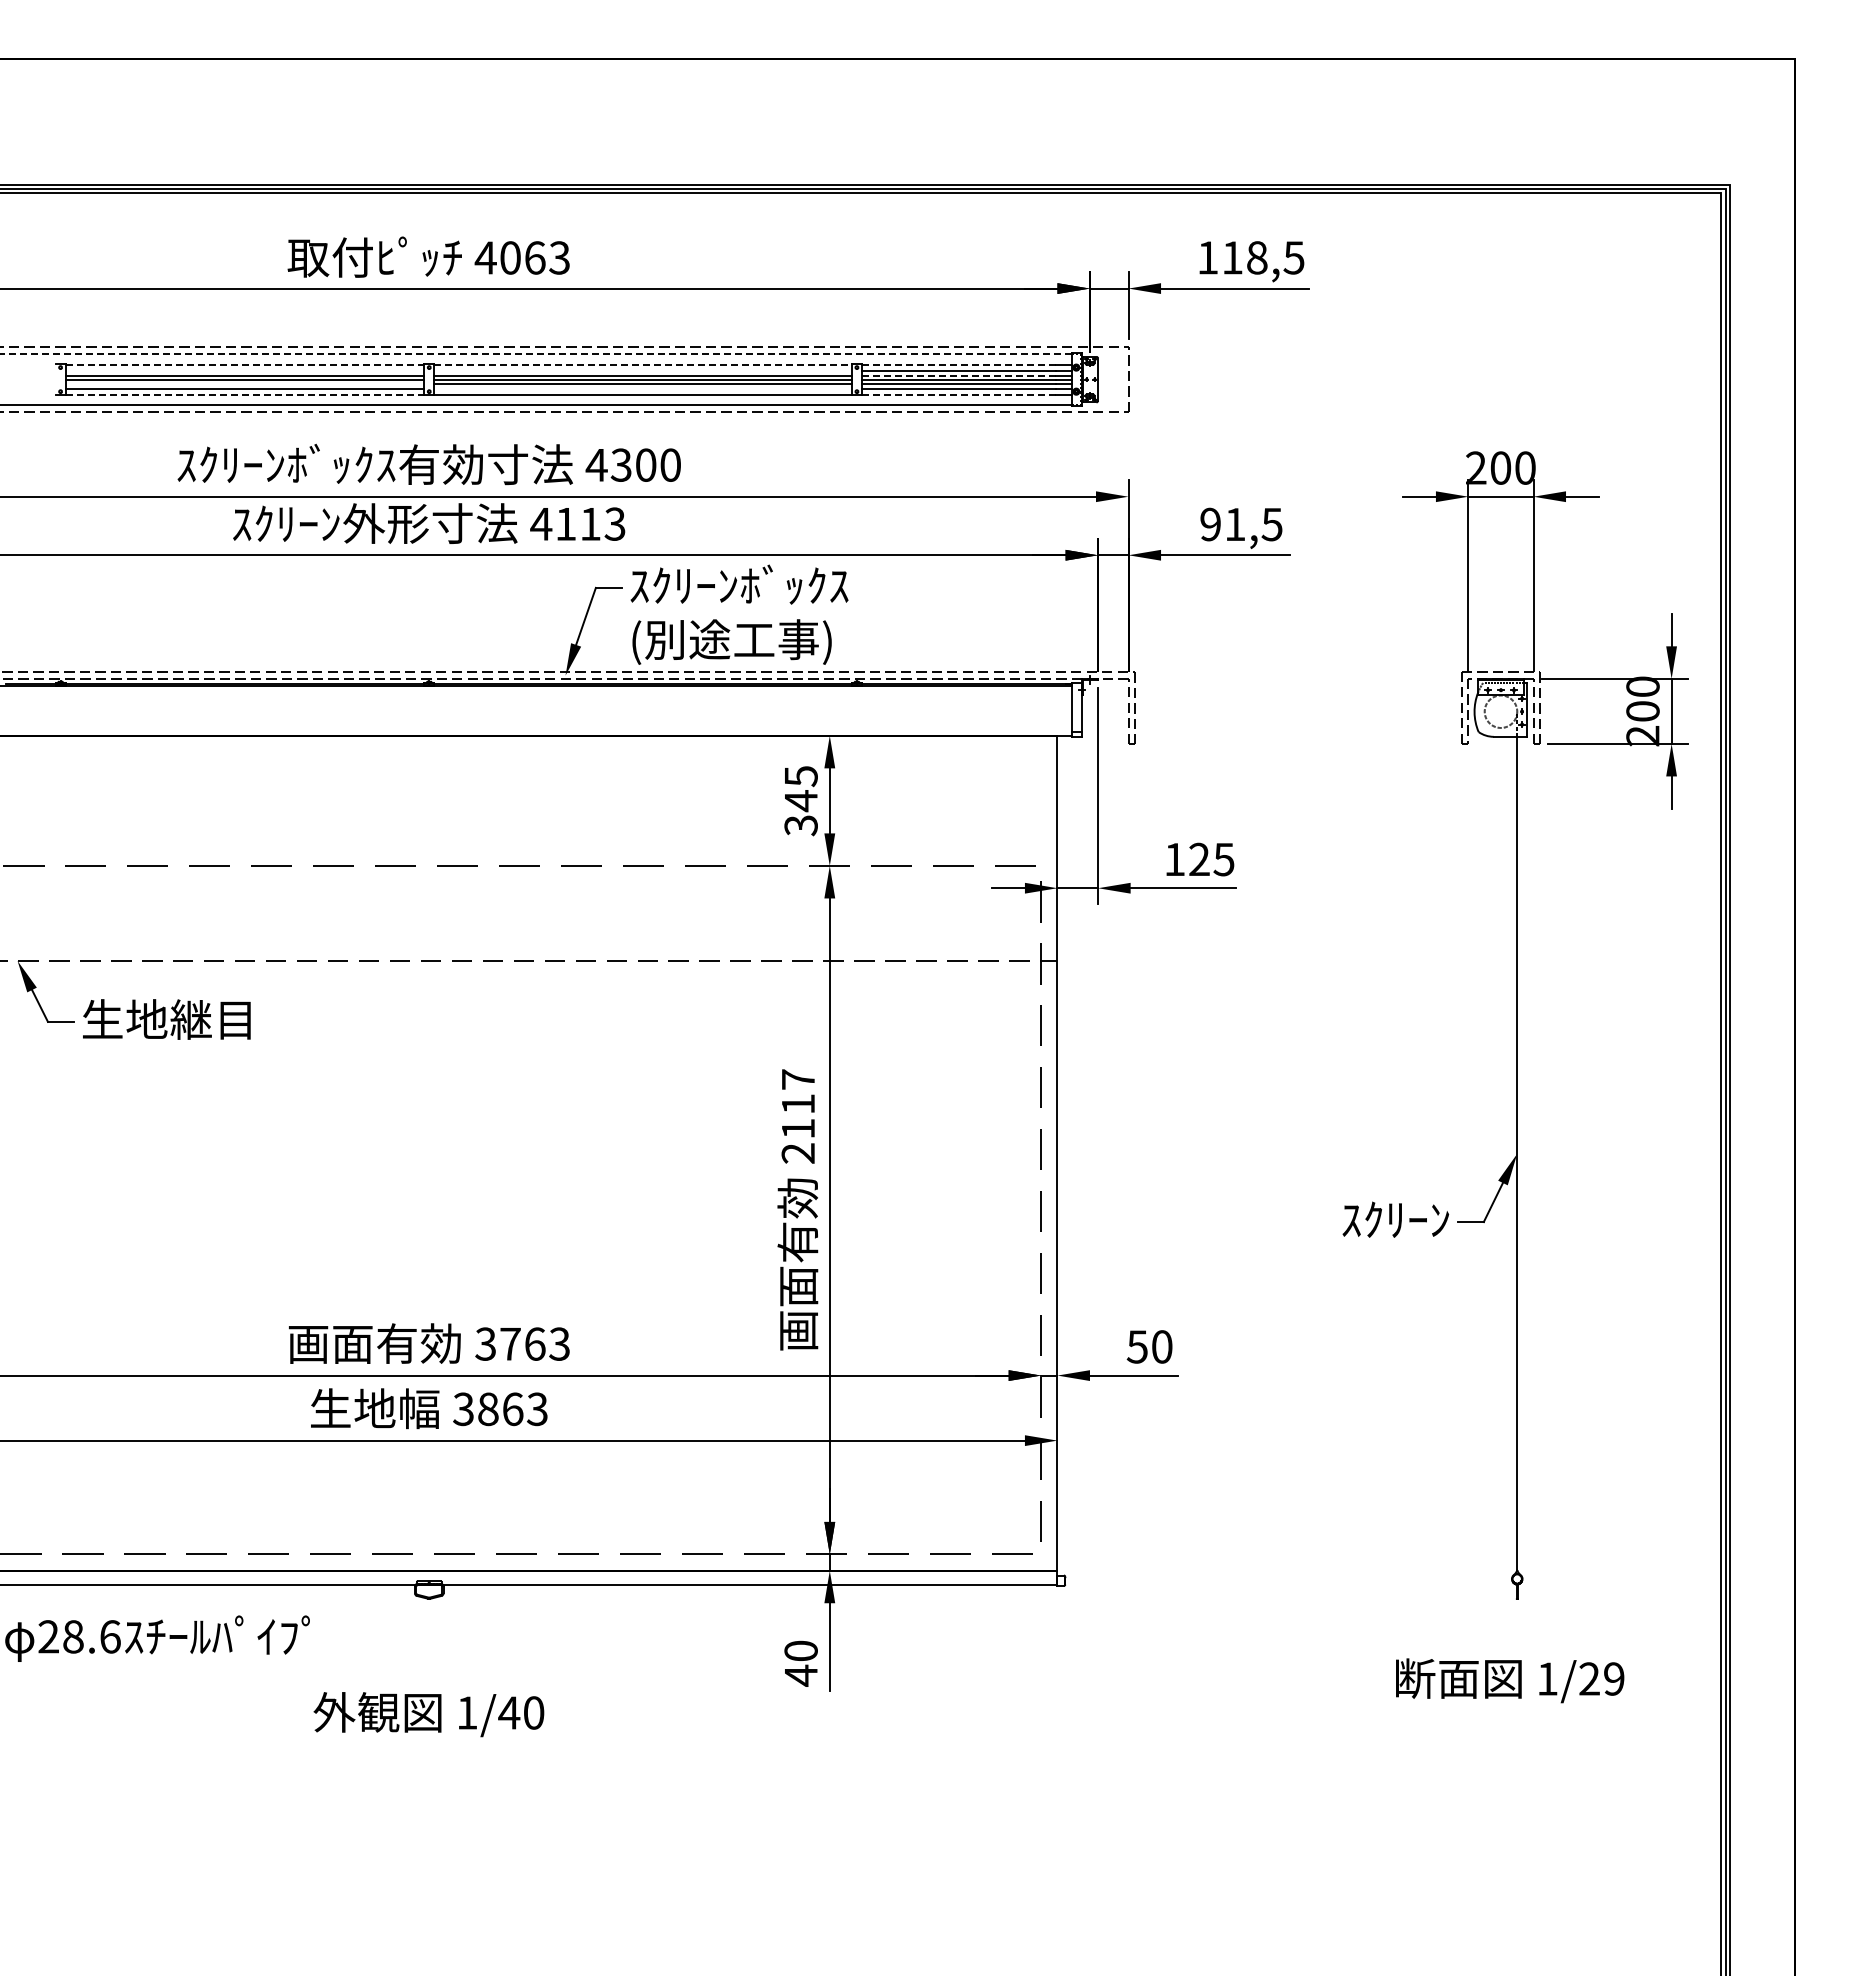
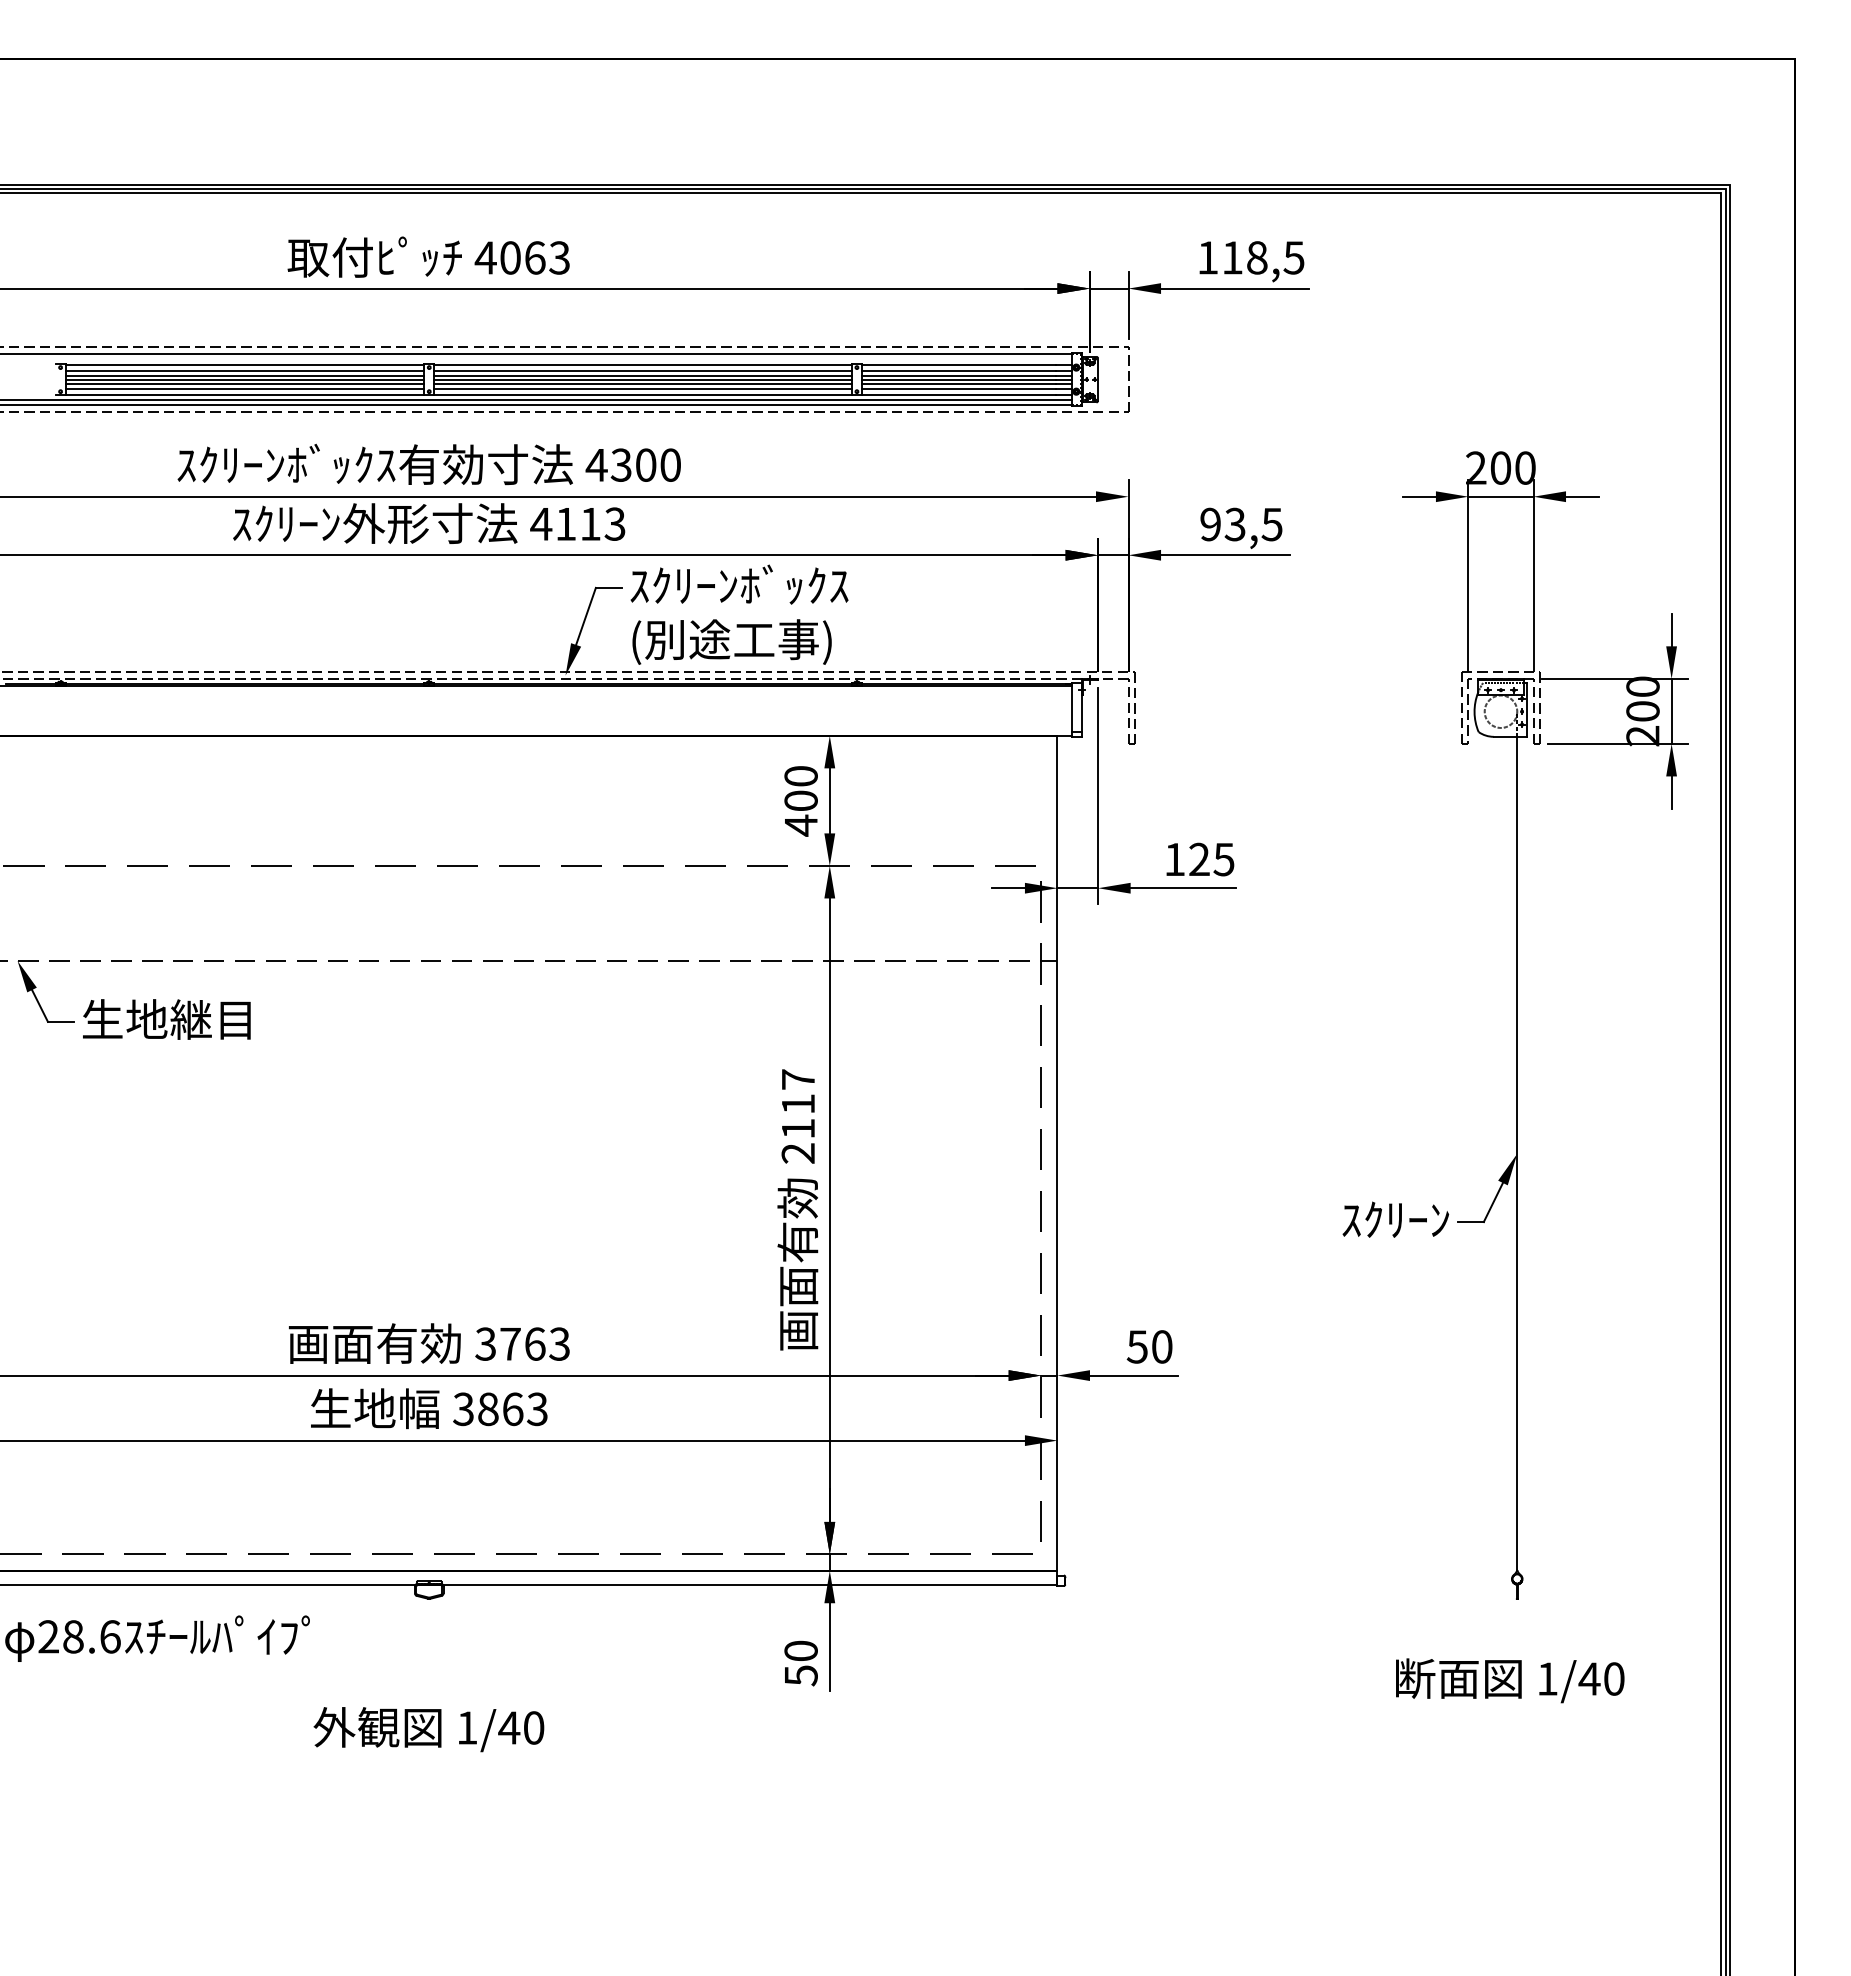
line at (536, 354): dashed -> solid
line at (245, 364): dashed -> solid
line at (643, 364): dashed -> solid
line at (958, 364): dashed -> solid
line at (244, 370): none -> present
line at (643, 370): none -> present
line at (958, 375): dashed -> solid
line at (244, 383): none -> present
line at (643, 388): none -> present
line at (245, 394): dashed -> solid
line at (958, 394): dashed -> solid
line at (537, 399): none -> present
text at (1234, 524): 91,5 -> 93,5
text at (800, 801): 345 -> 400
text at (801, 1675): 40 -> 50
text at (1601, 1678): 1/29 -> 1/40
text at (428, 1714) position: (428, 1714) -> (428, 1729)
